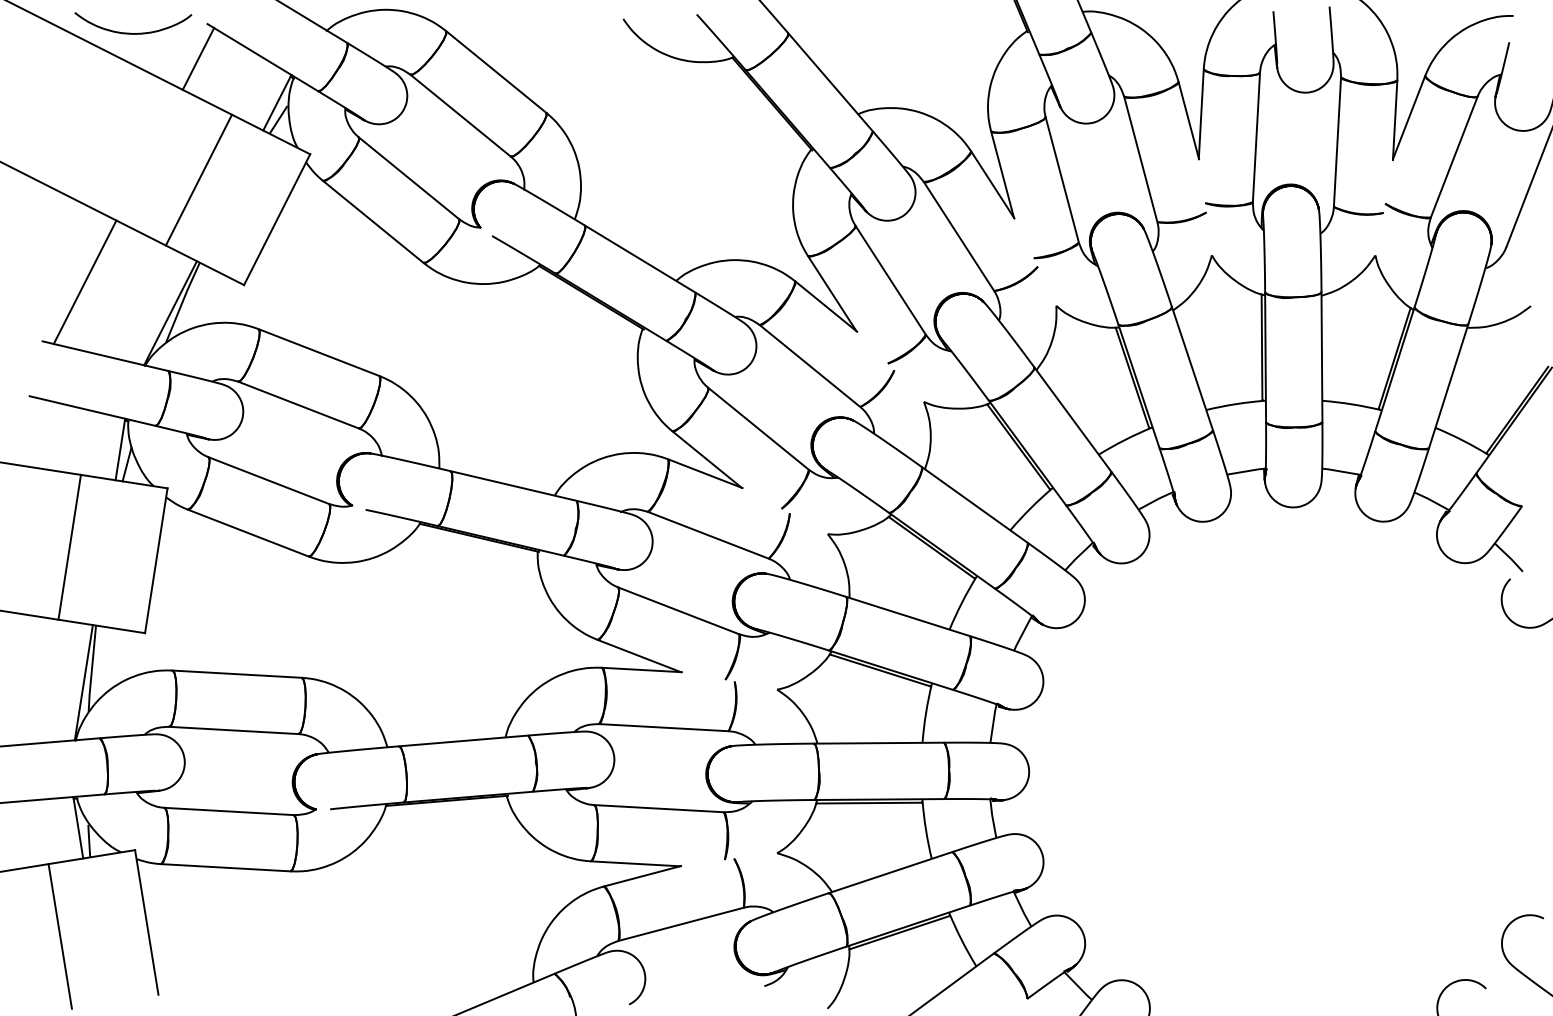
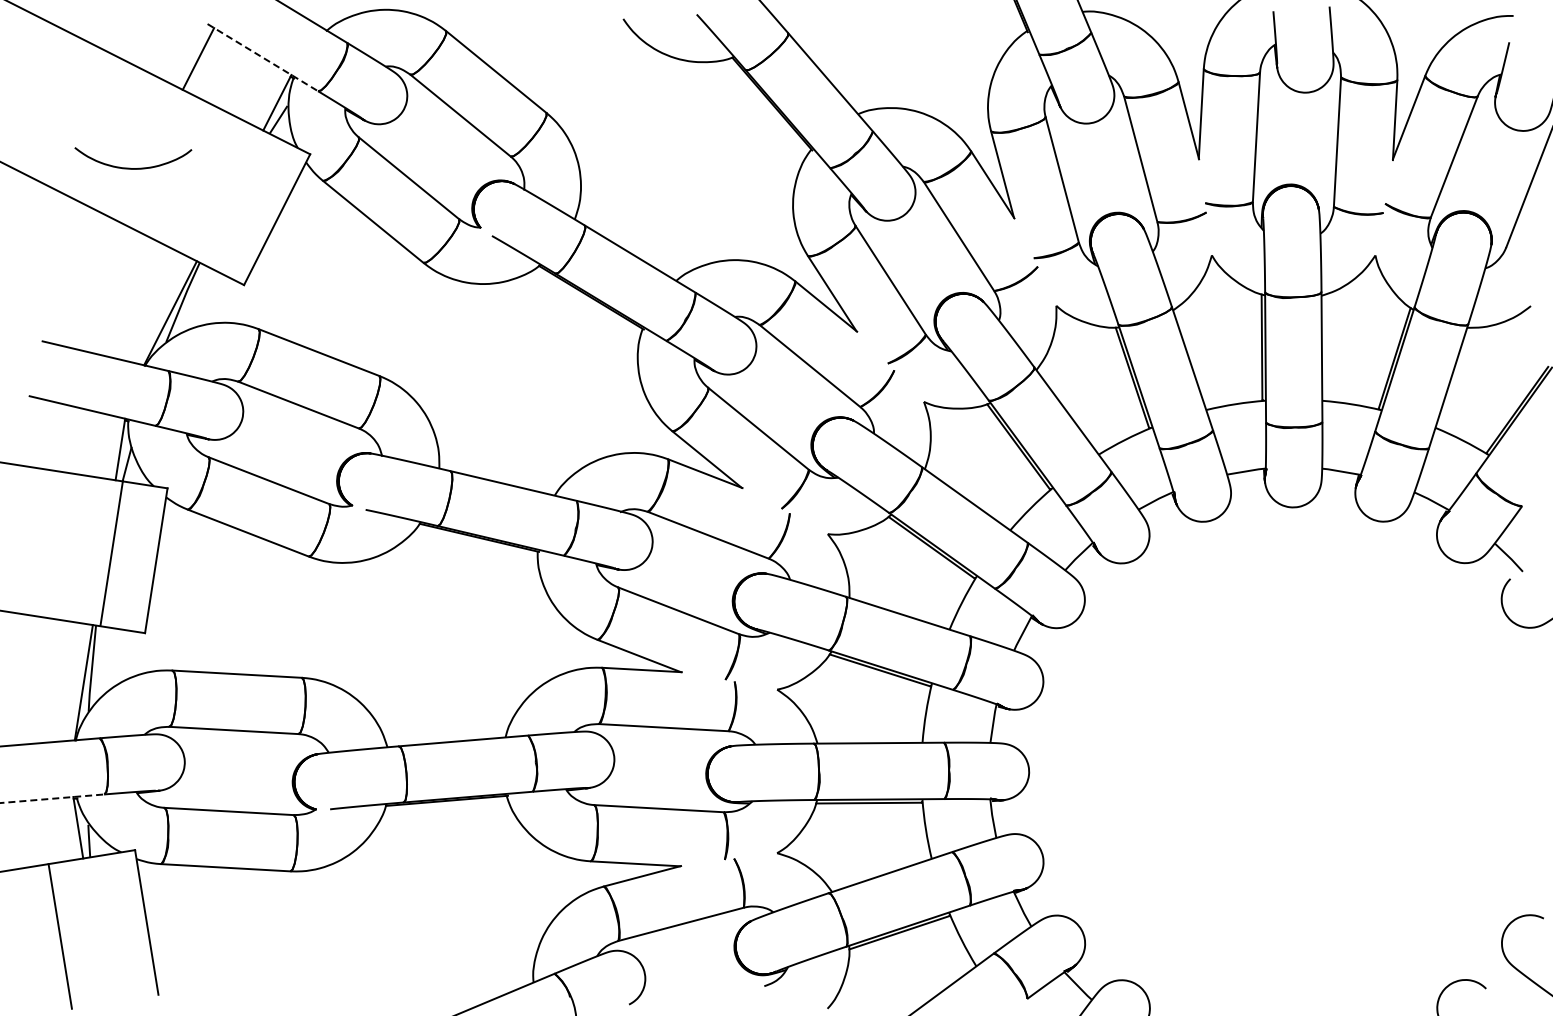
curve at (130, 32) position: (130, 32) -> (130, 167)
line at (262, 57): solid -> dashed
line at (198, 179): present -> none
line at (84, 281): present -> none
line at (69, 546) position: (69, 546) -> (111, 552)
line at (52, 798): solid -> dashed
